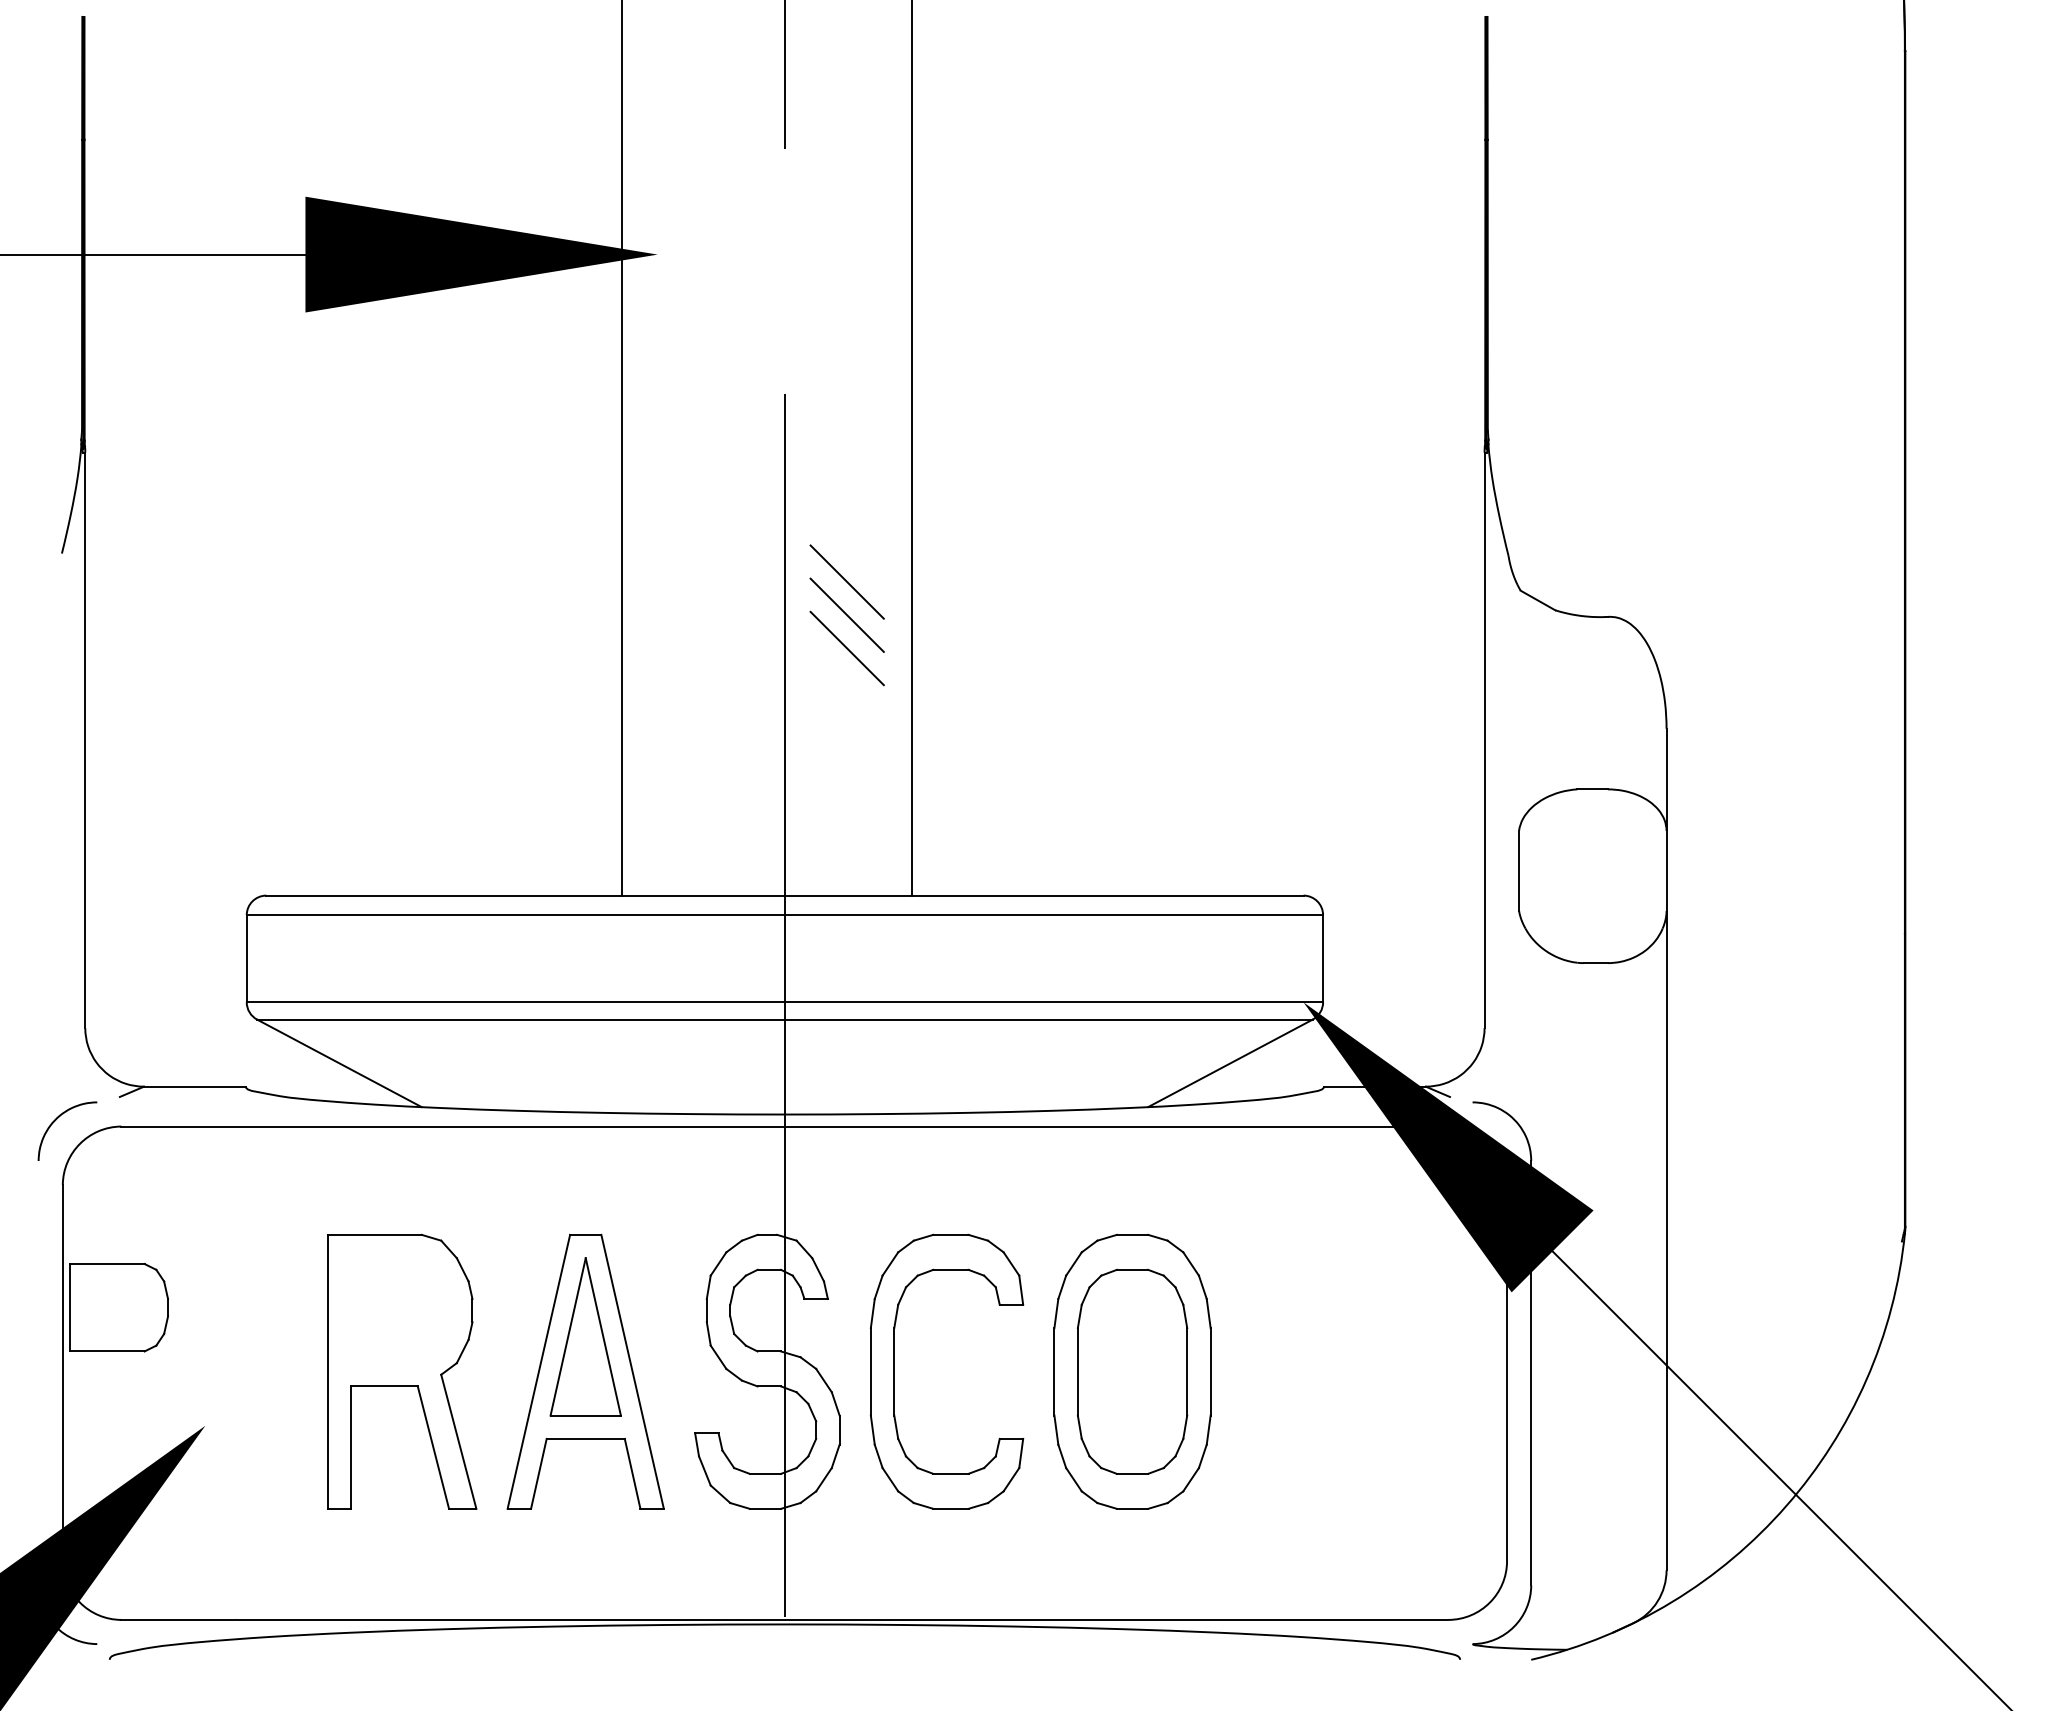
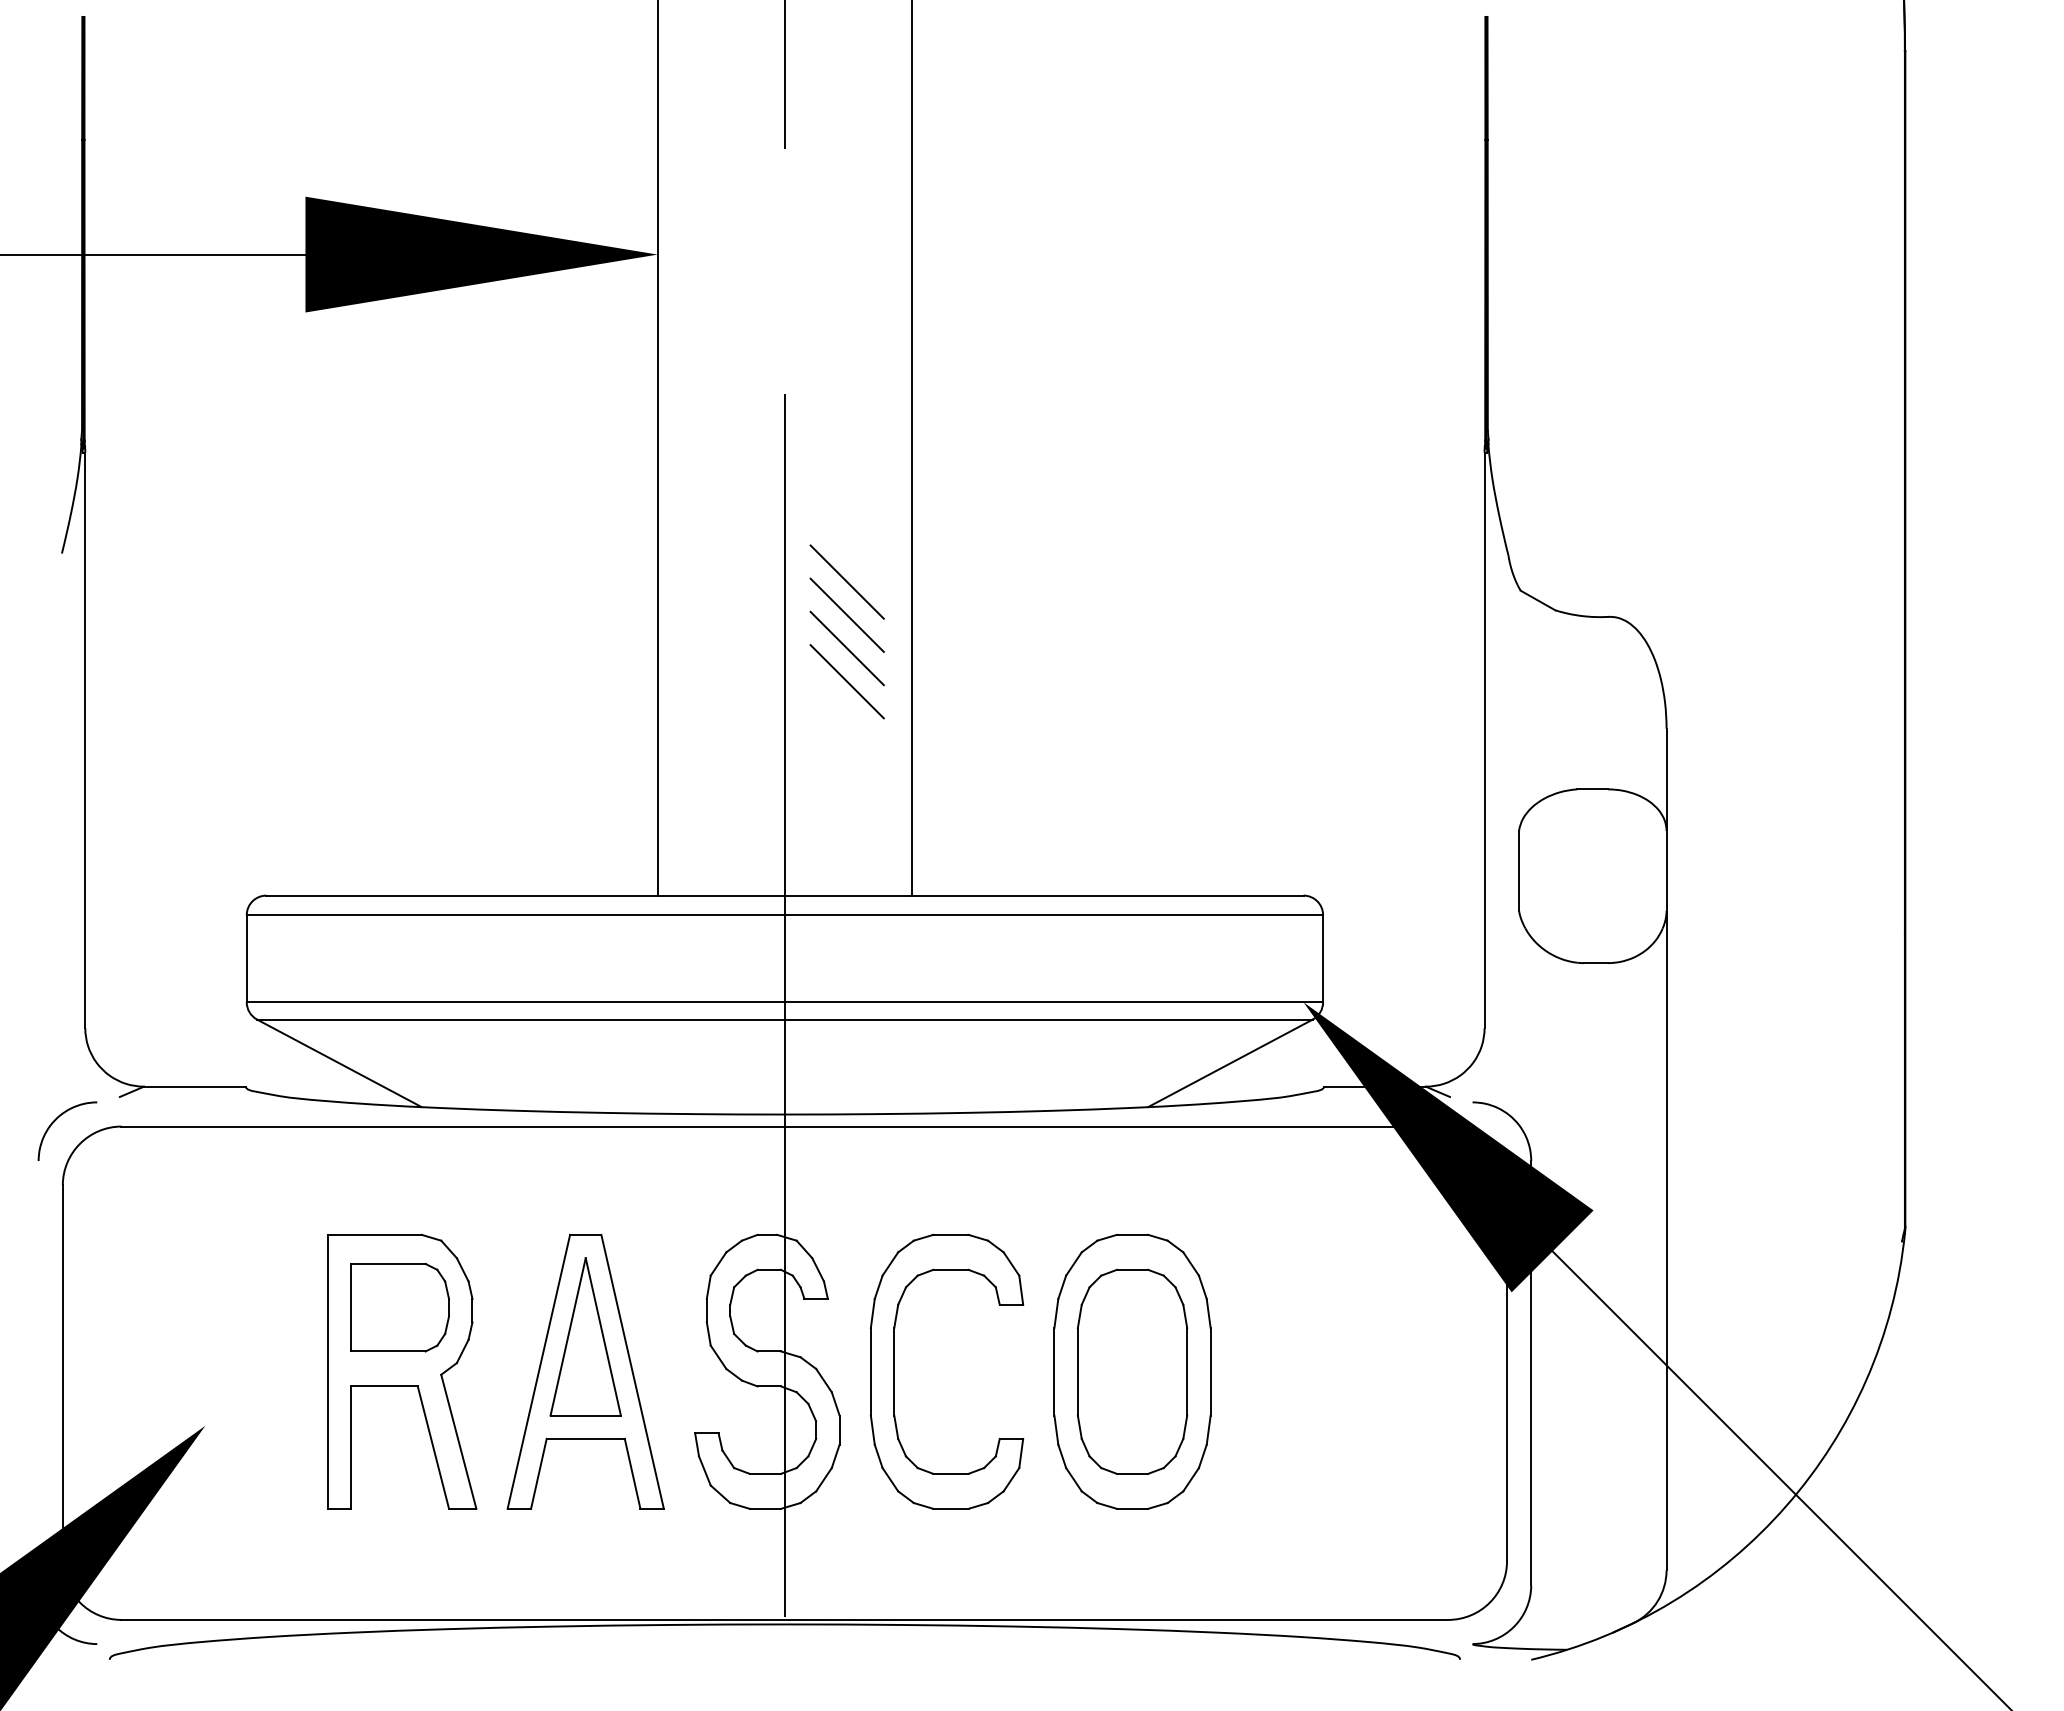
line at (621, 448) position: (621, 448) -> (657, 448)
line at (846, 681): none -> present
part at (118, 1307) position: (118, 1307) -> (399, 1307)
